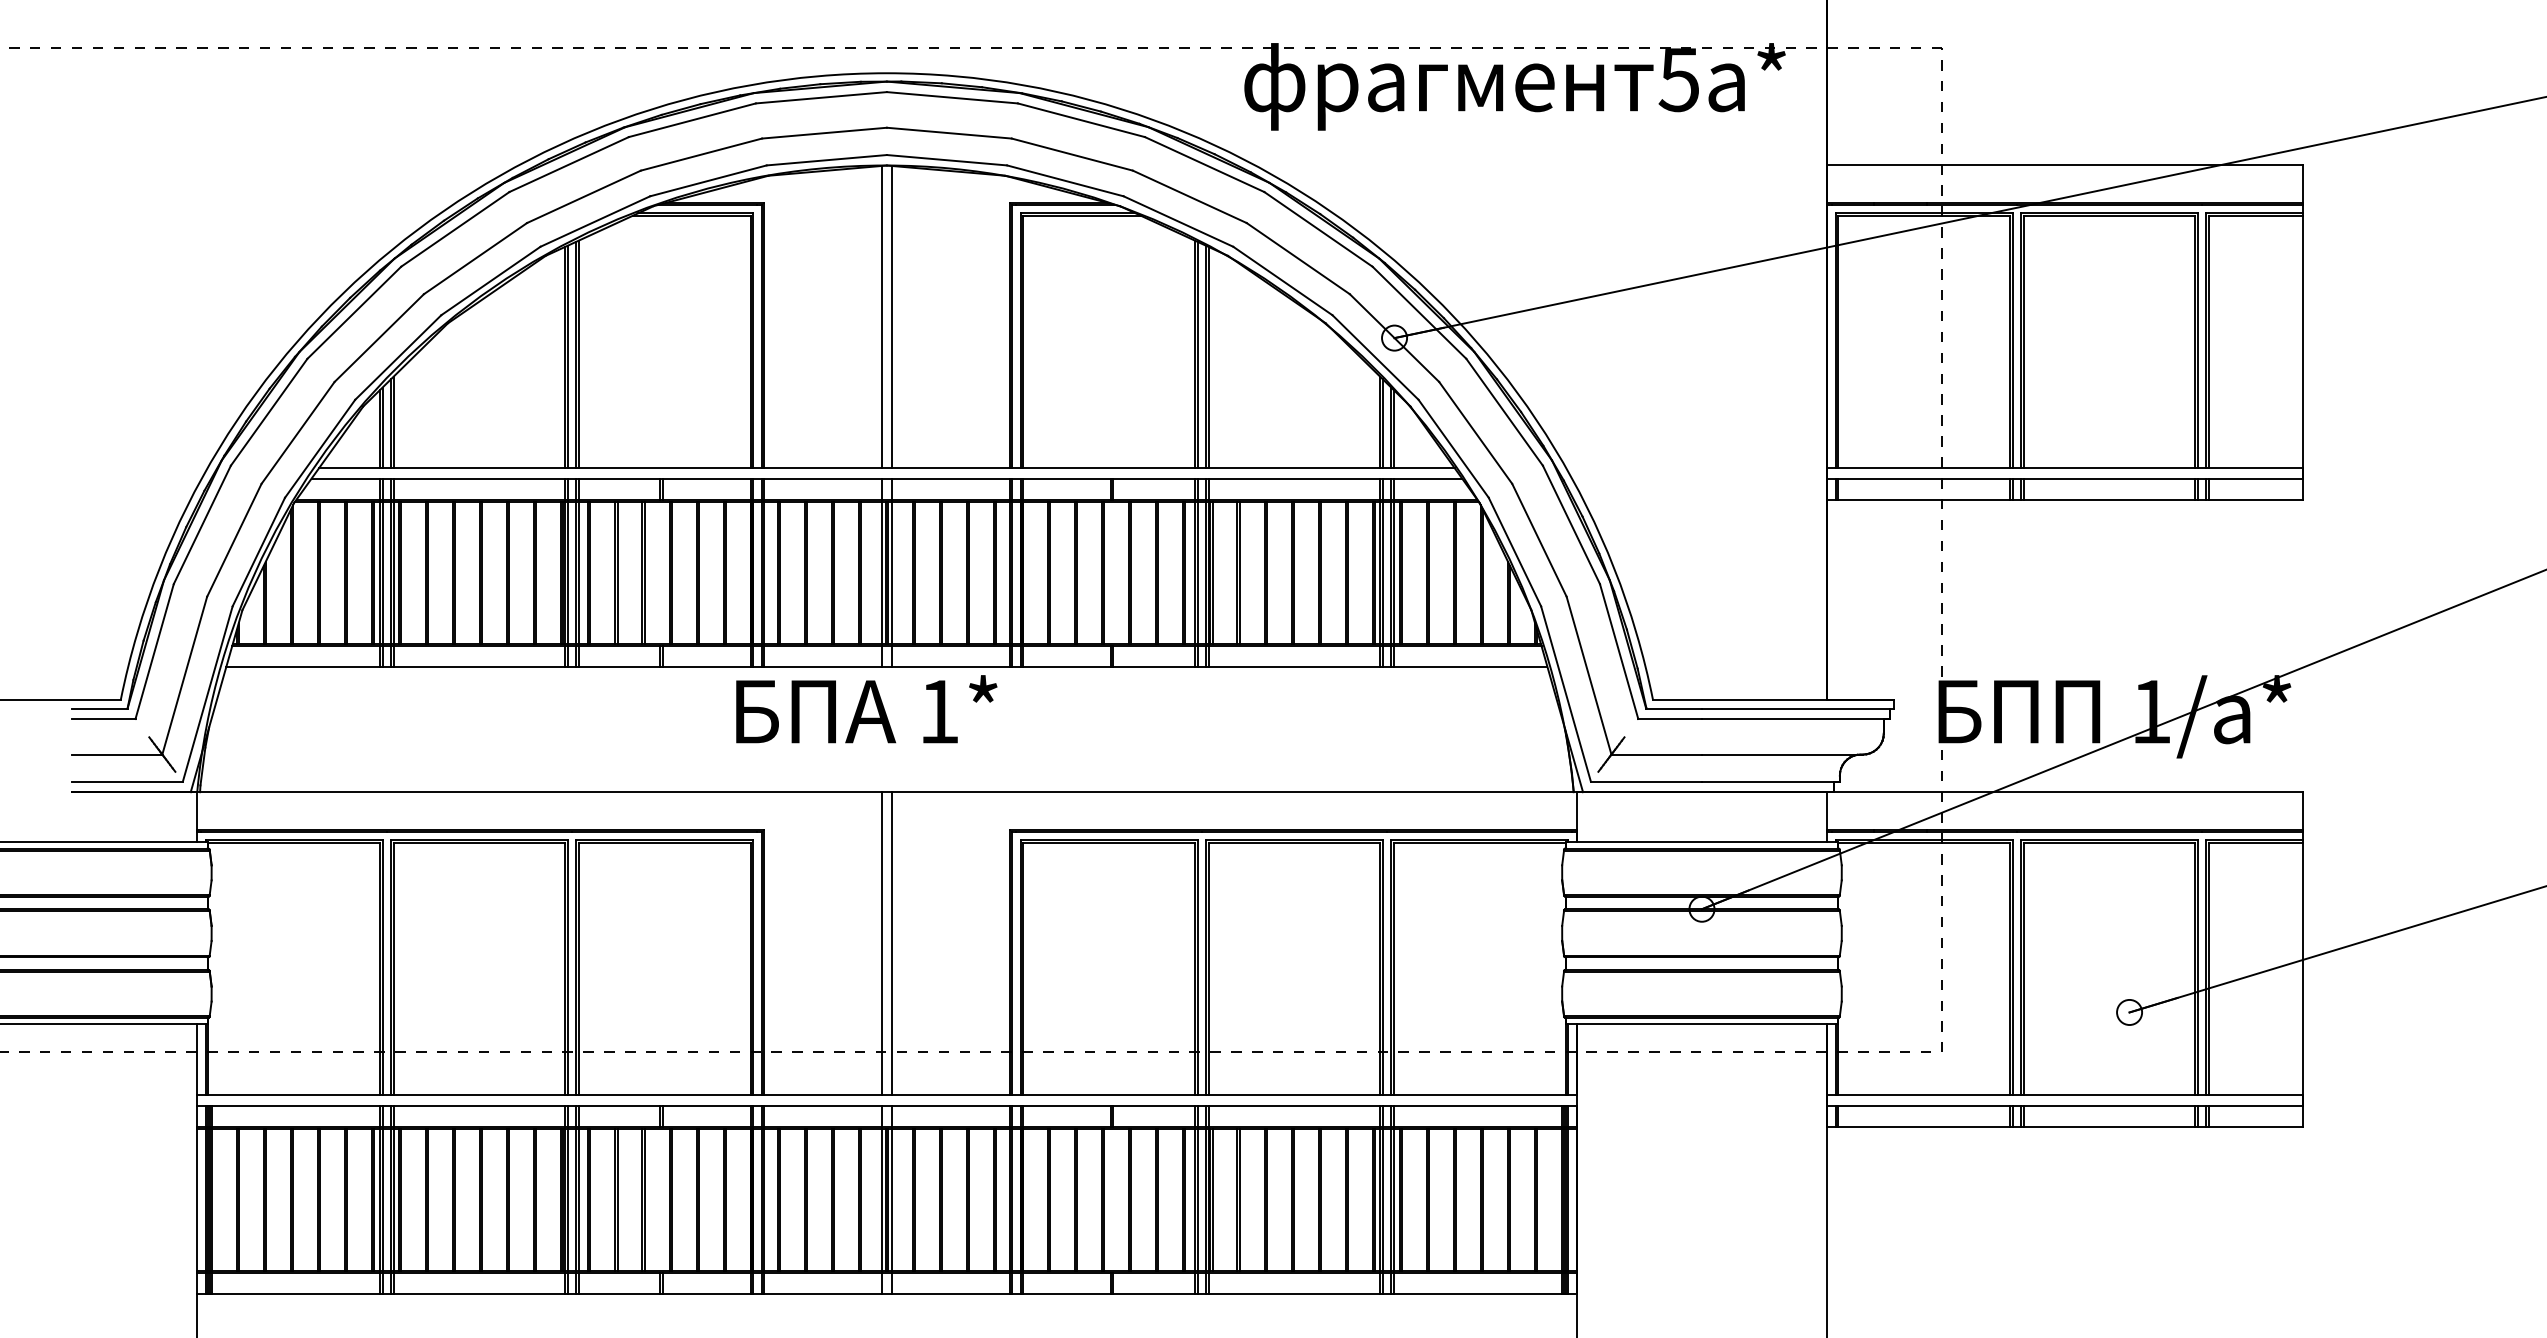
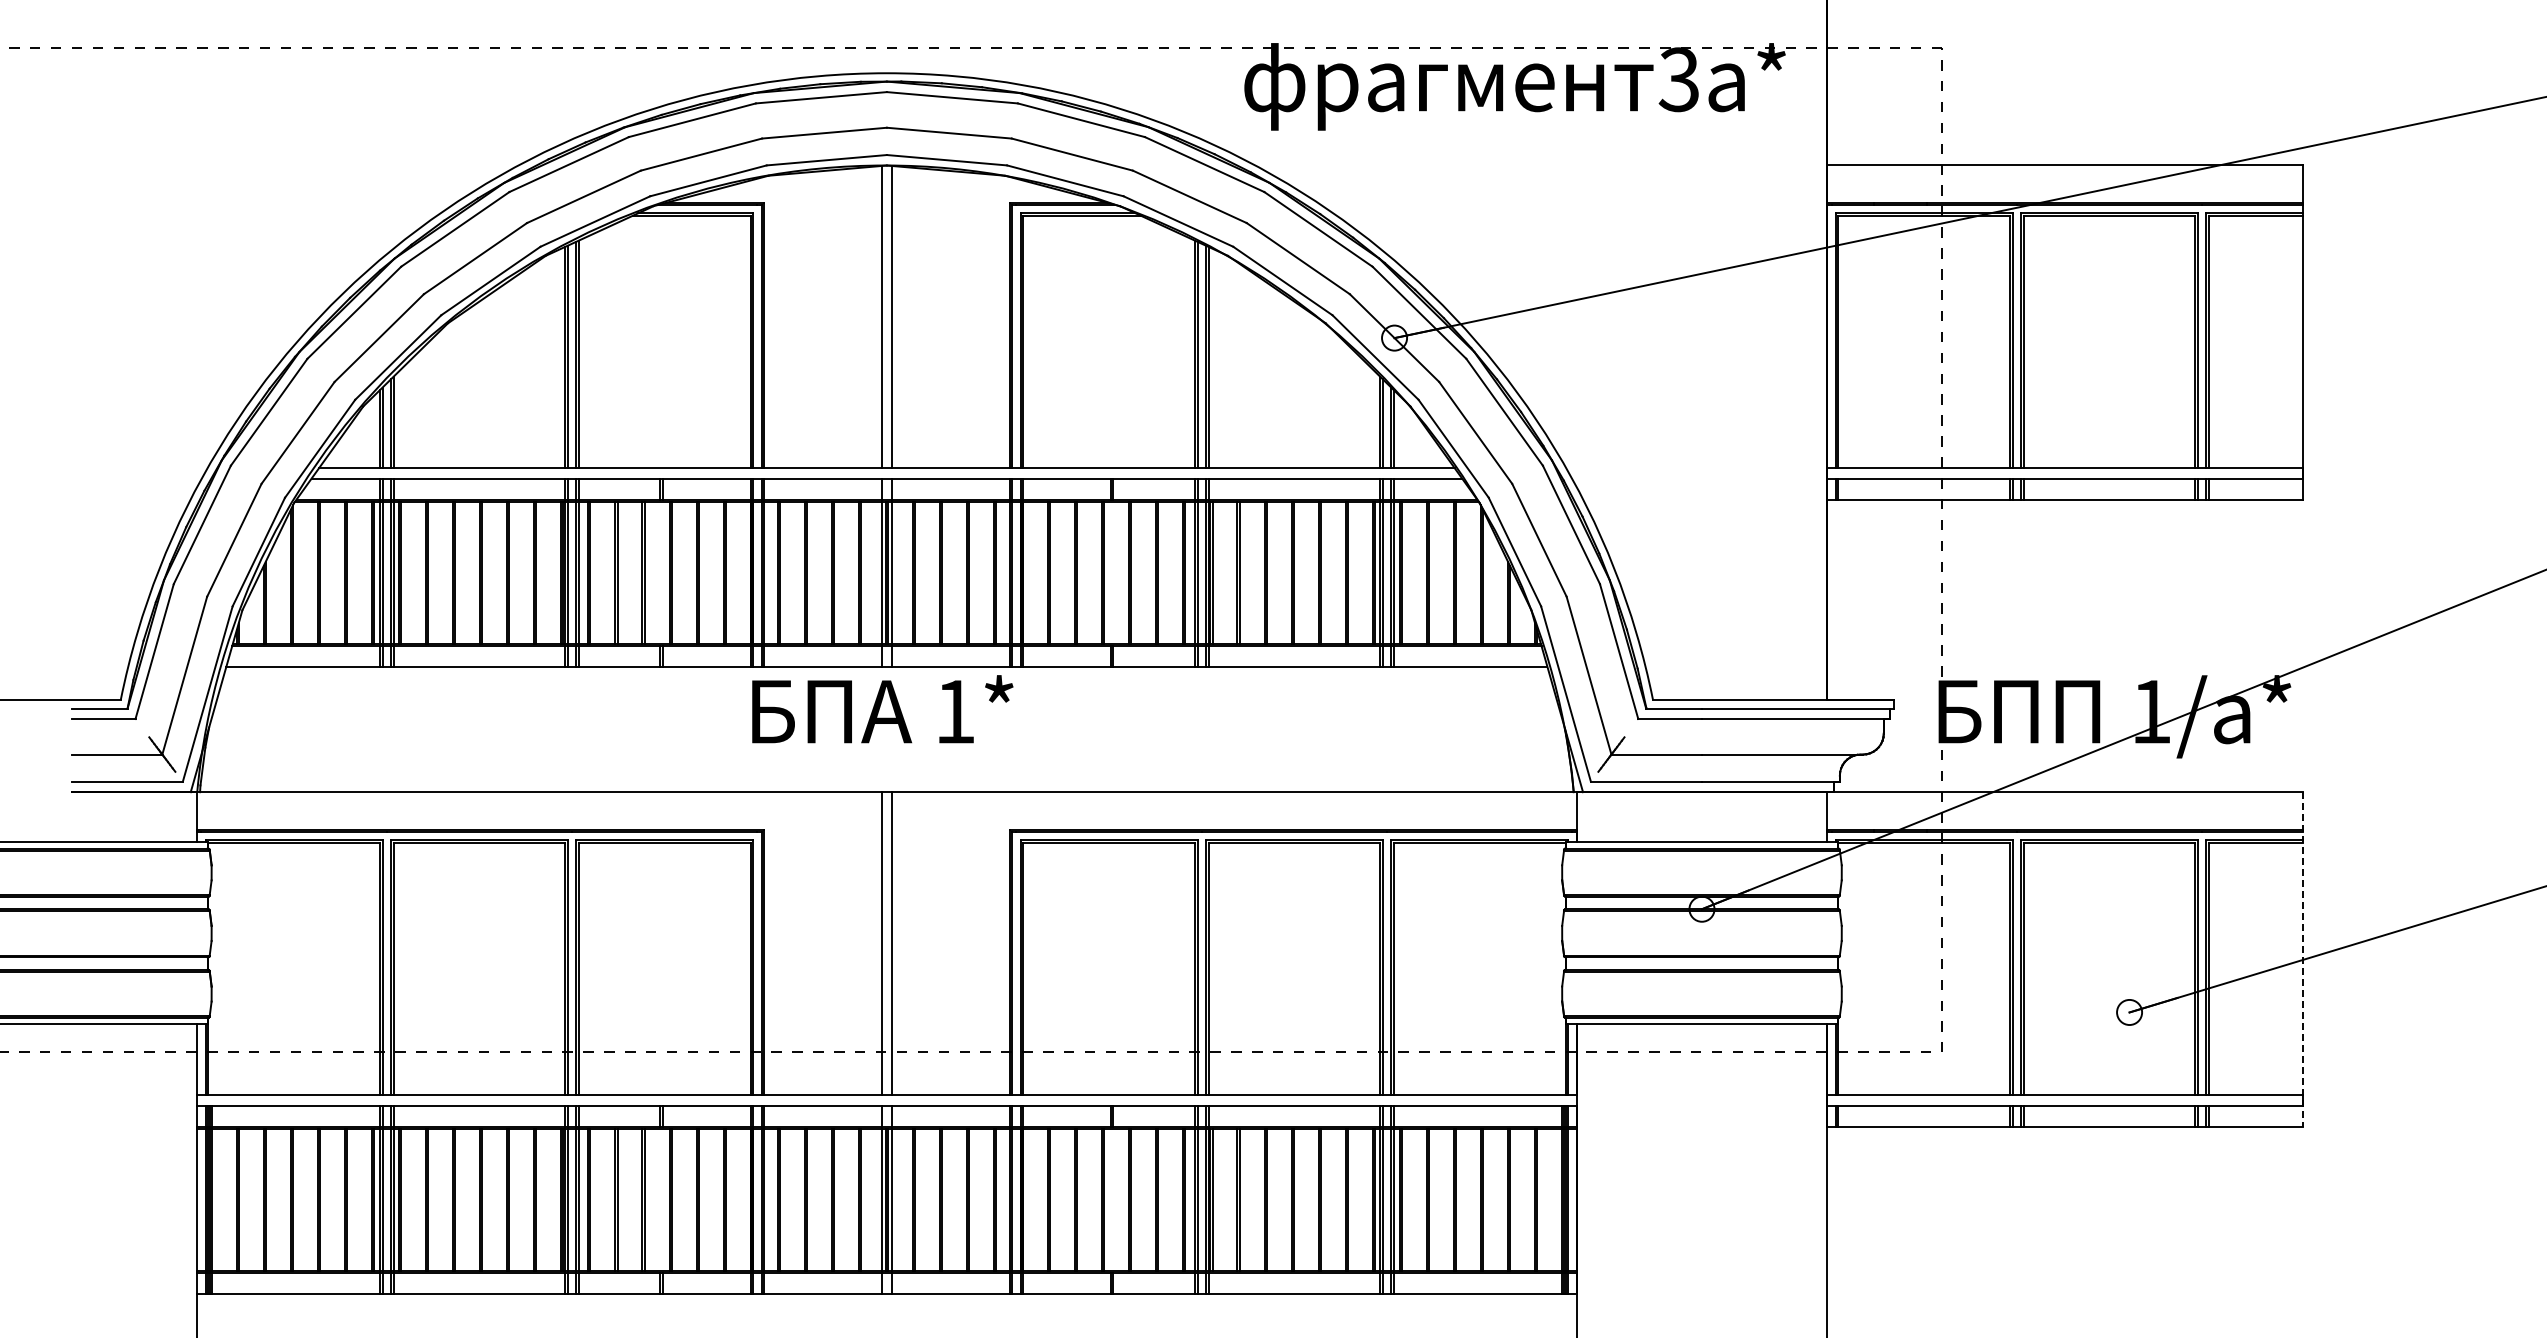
text at (1678, 79): 5 -> 3
text at (866, 709) position: (866, 709) -> (882, 709)
line at (2302, 959): solid -> dashed
